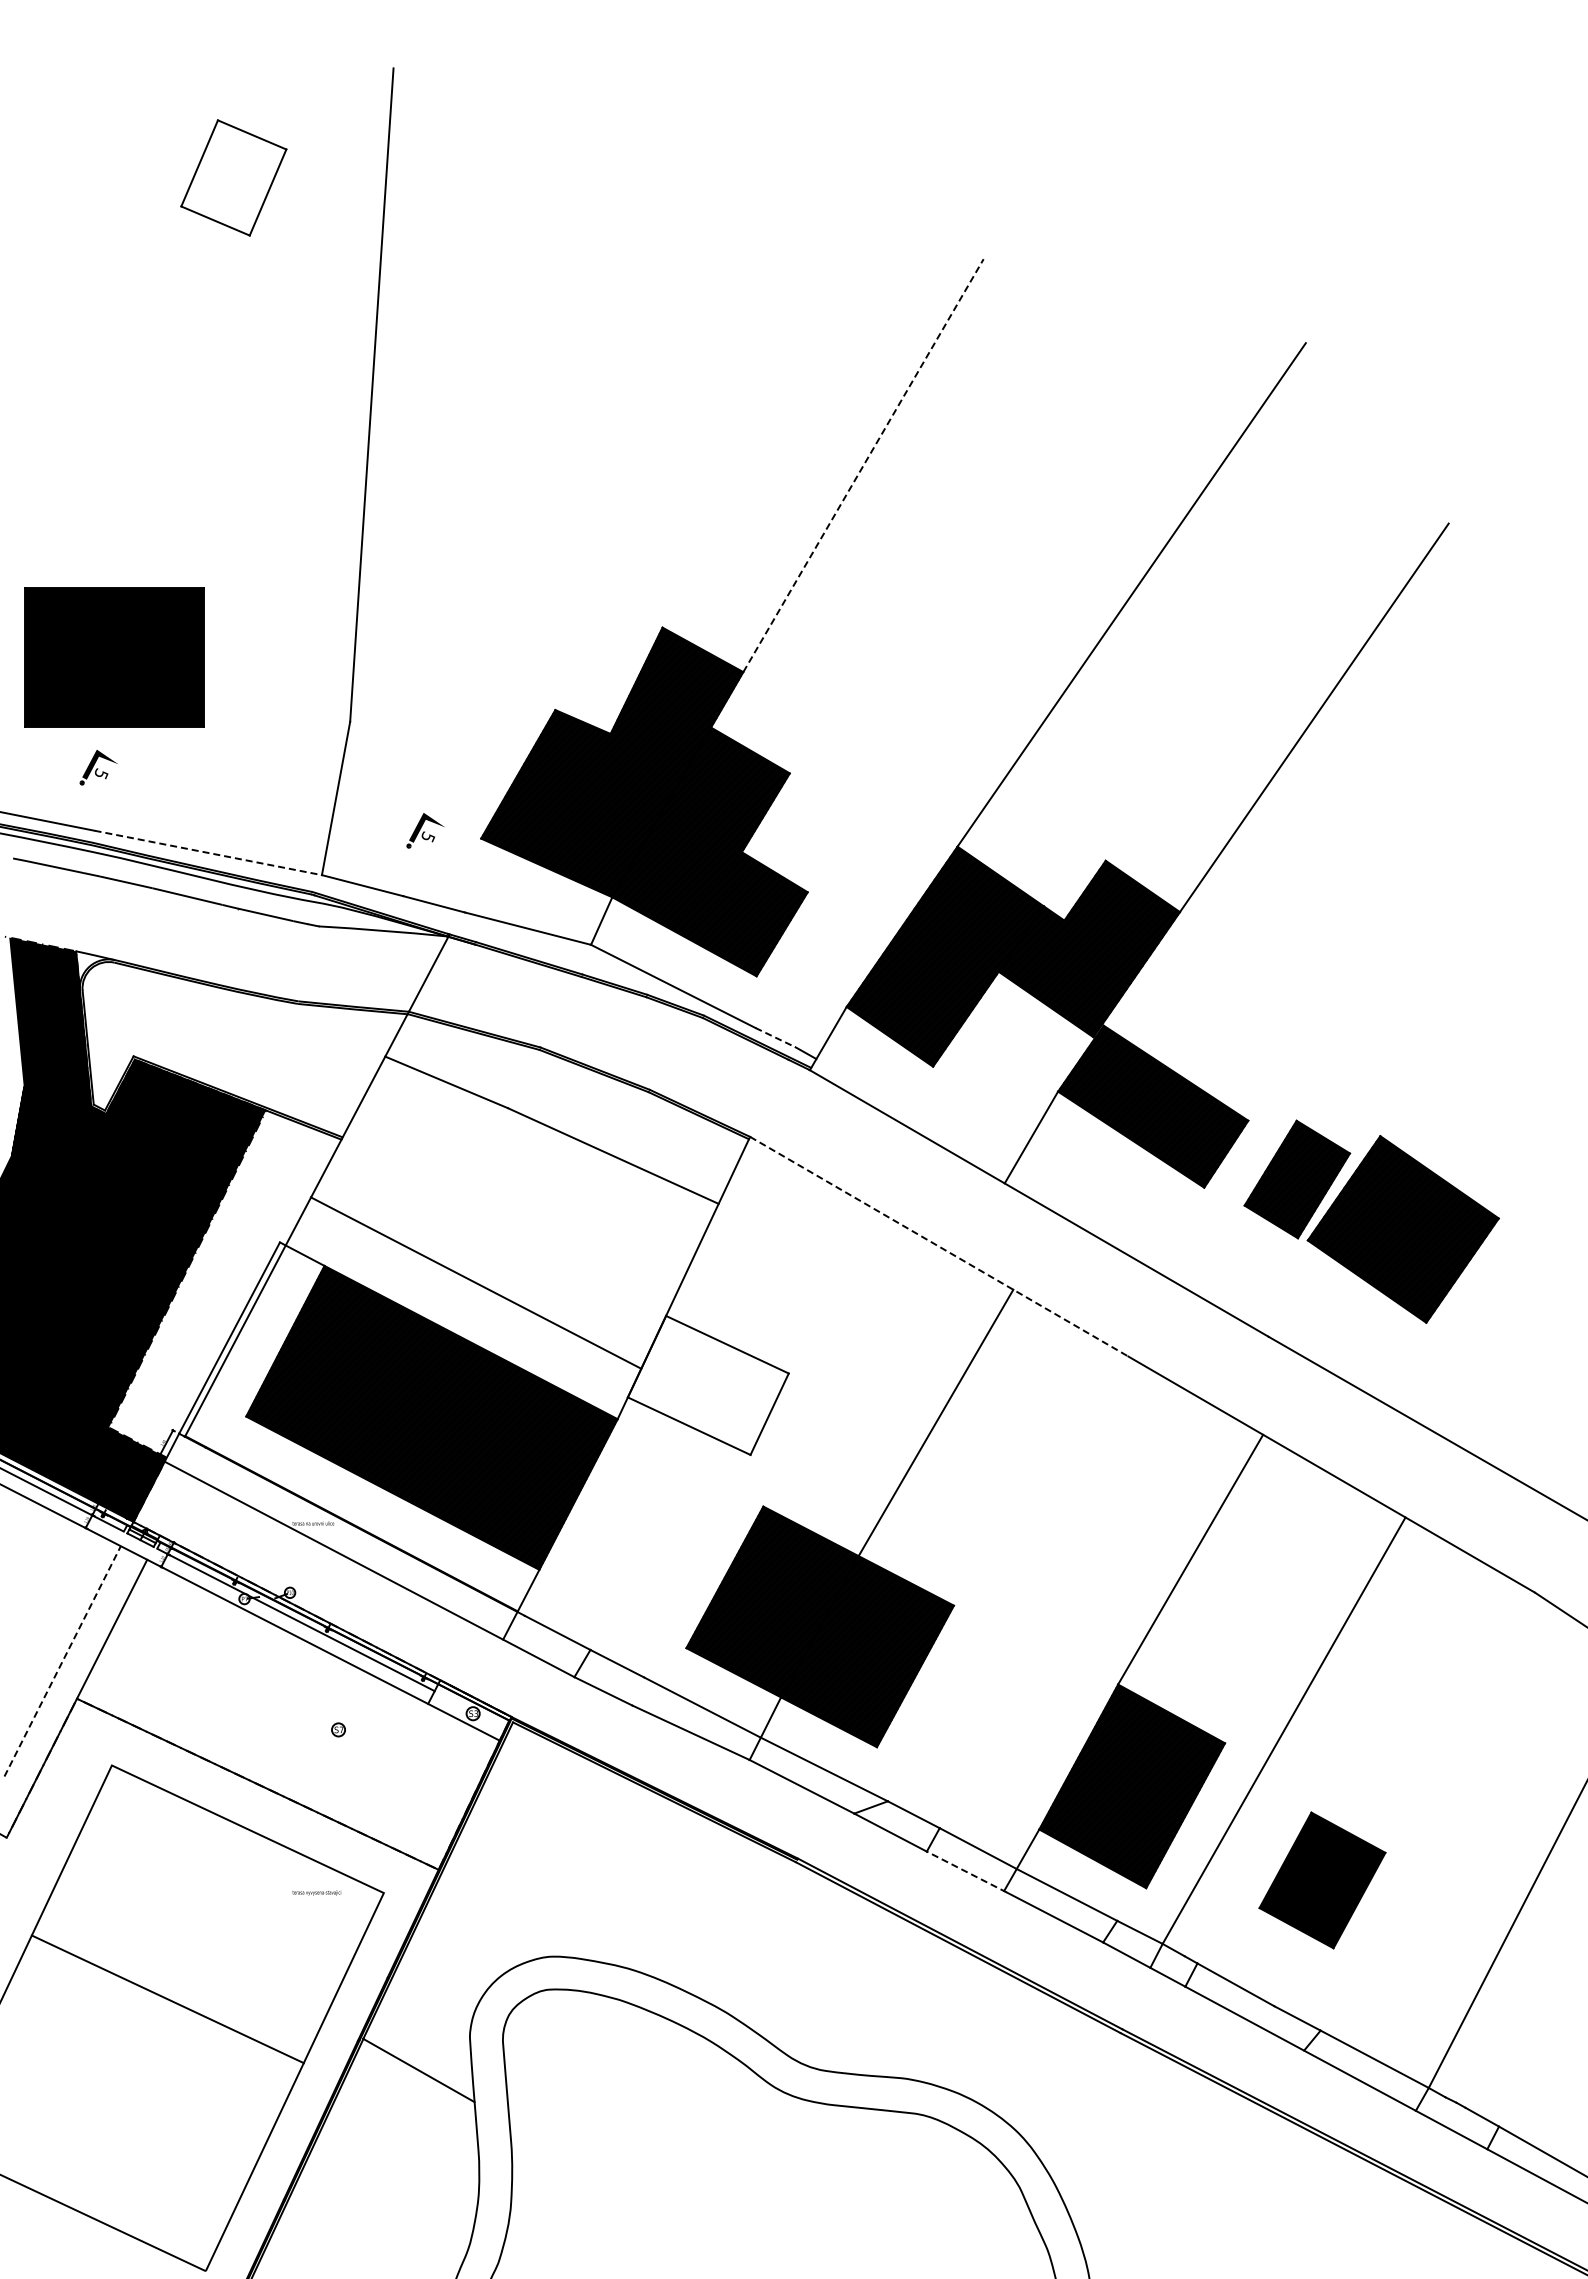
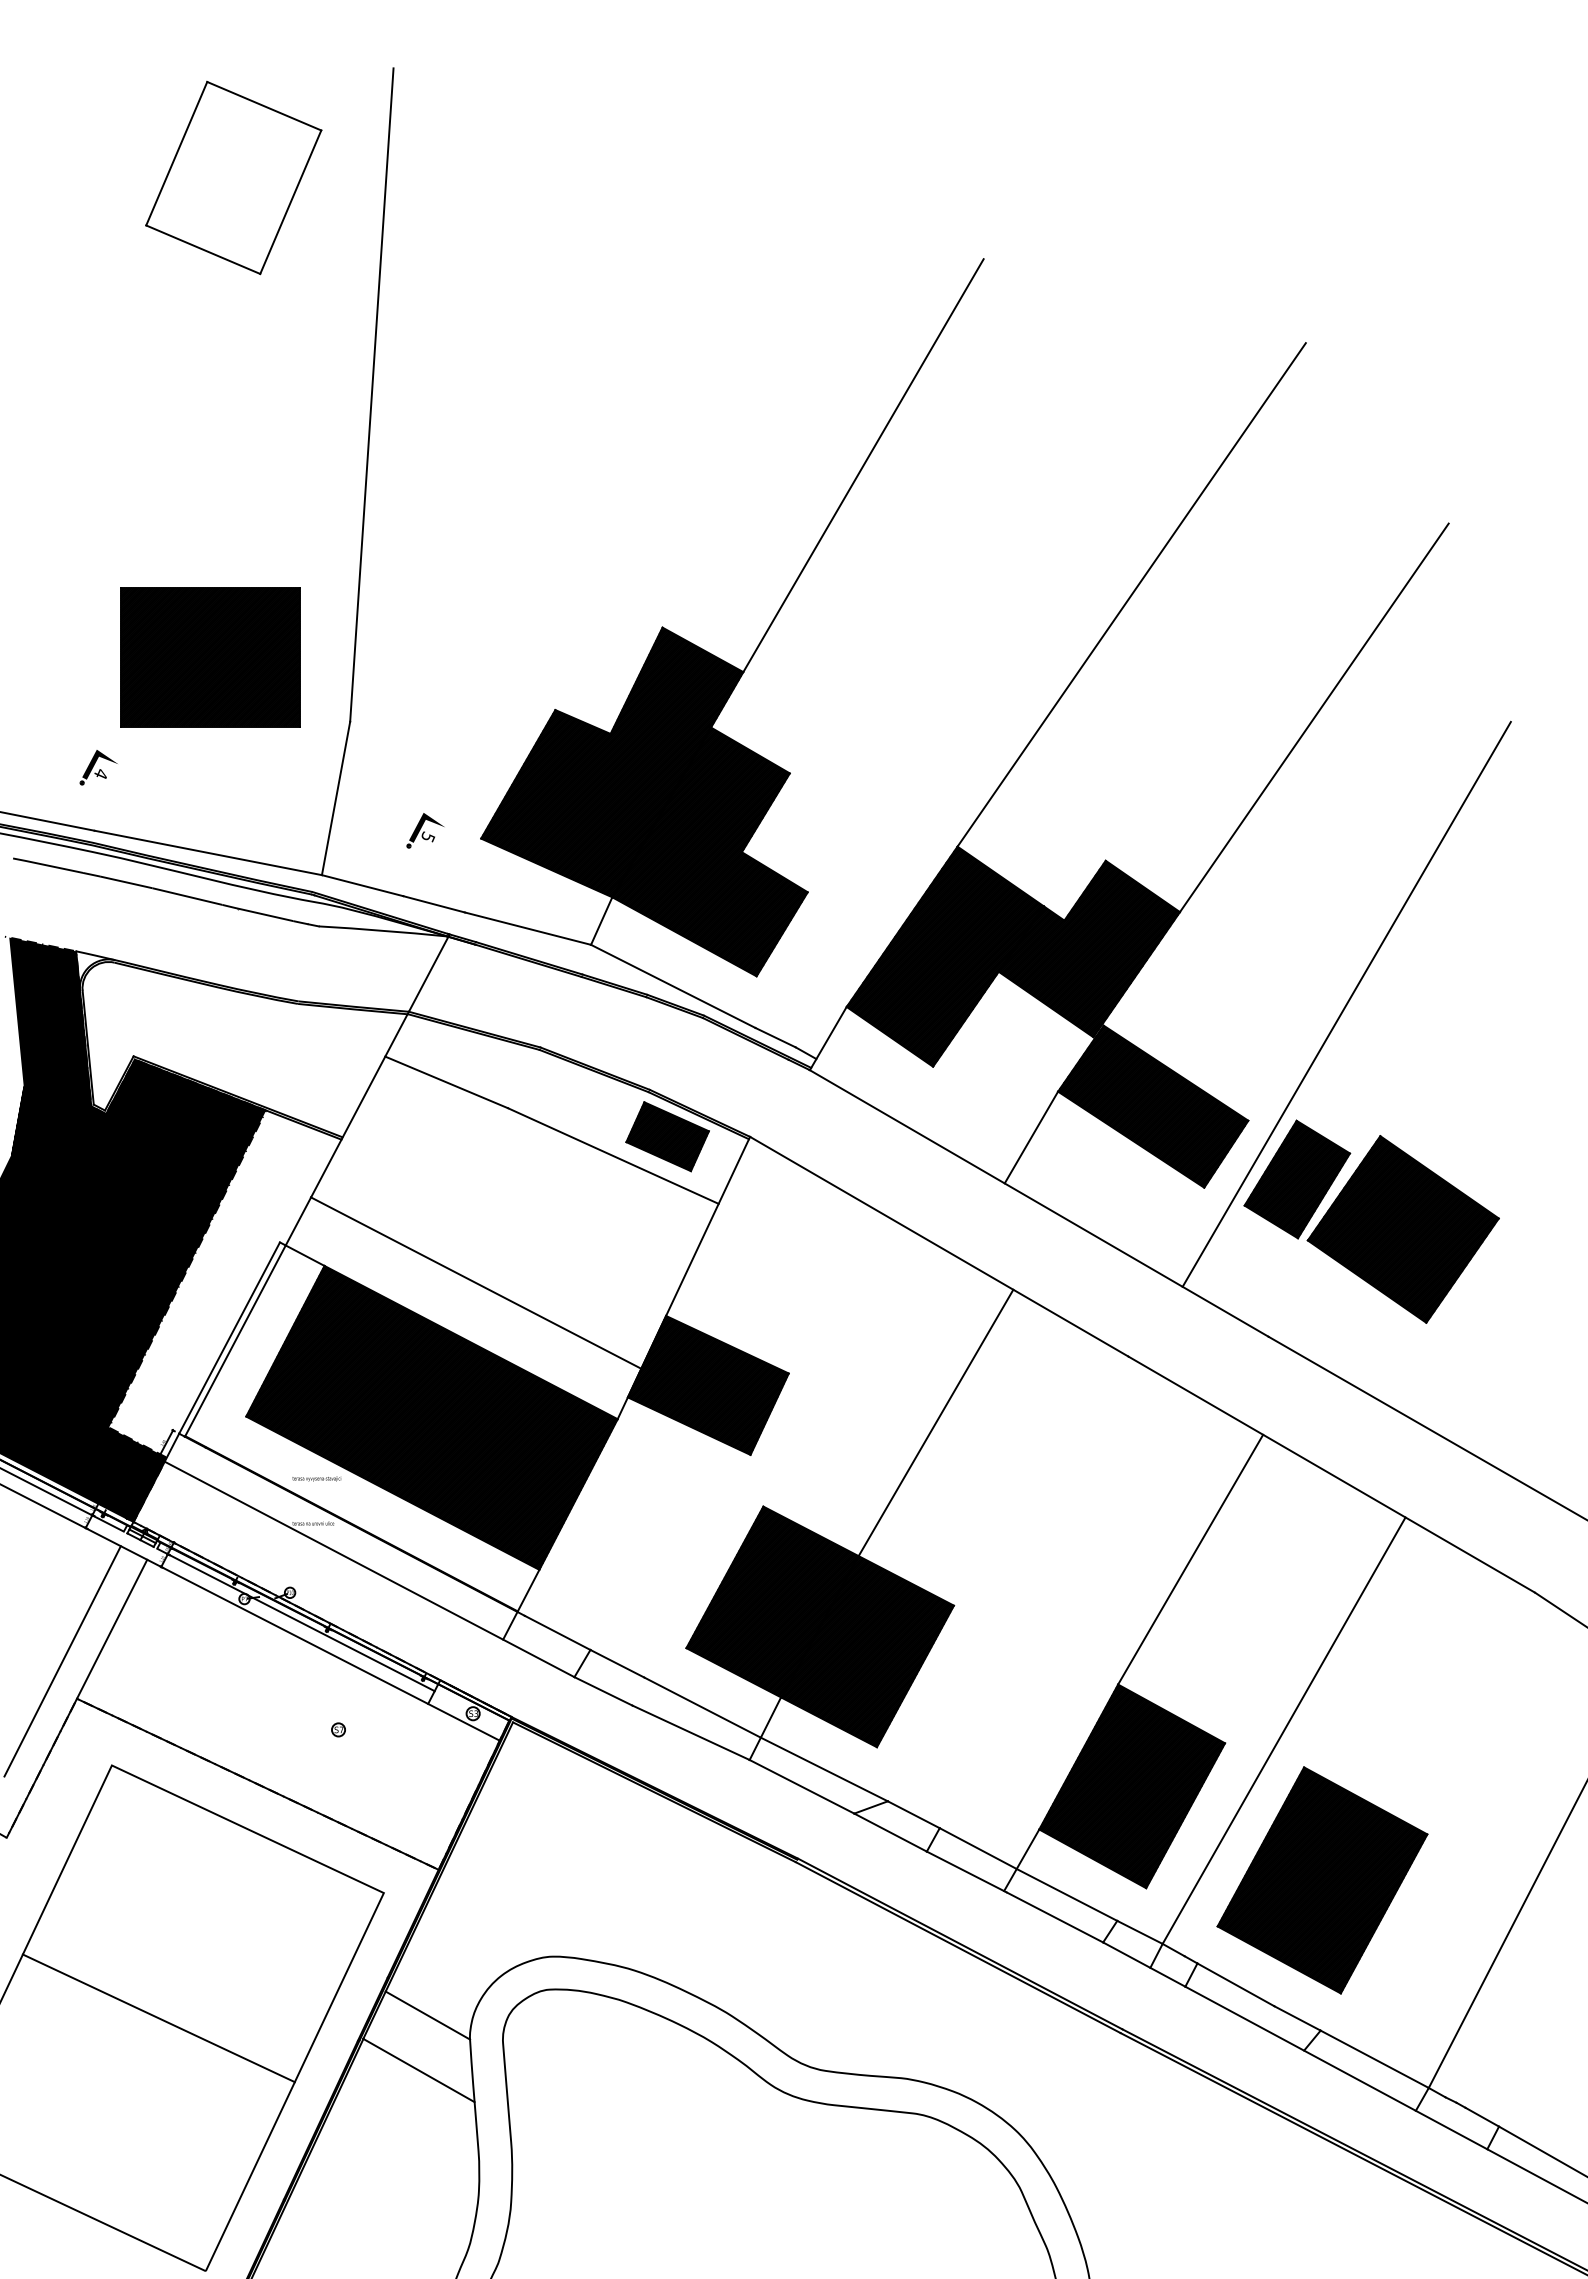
part at (233, 177) size: 108x118 px -> 178x196 px
line at (863, 465): dashed -> solid
part at (114, 657) position: (114, 657) -> (210, 657)
text at (101, 773): 5 -> 4
line at (208, 852): dashed -> solid
line at (1346, 1003): none -> present
line at (776, 1037): dashed -> solid
part at (667, 1136): none -> present
line at (939, 1246): dashed -> solid
hatch at (708, 1385): none -> present
line at (62, 1660): dashed -> solid
line at (966, 1872): dashed -> solid
part at (1322, 1880) size: 129x139 px -> 213x229 px
text at (316, 1892) position: (316, 1892) -> (316, 1478)
line at (167, 1999) position: (167, 1999) -> (158, 2018)
line at (427, 2015): none -> present
